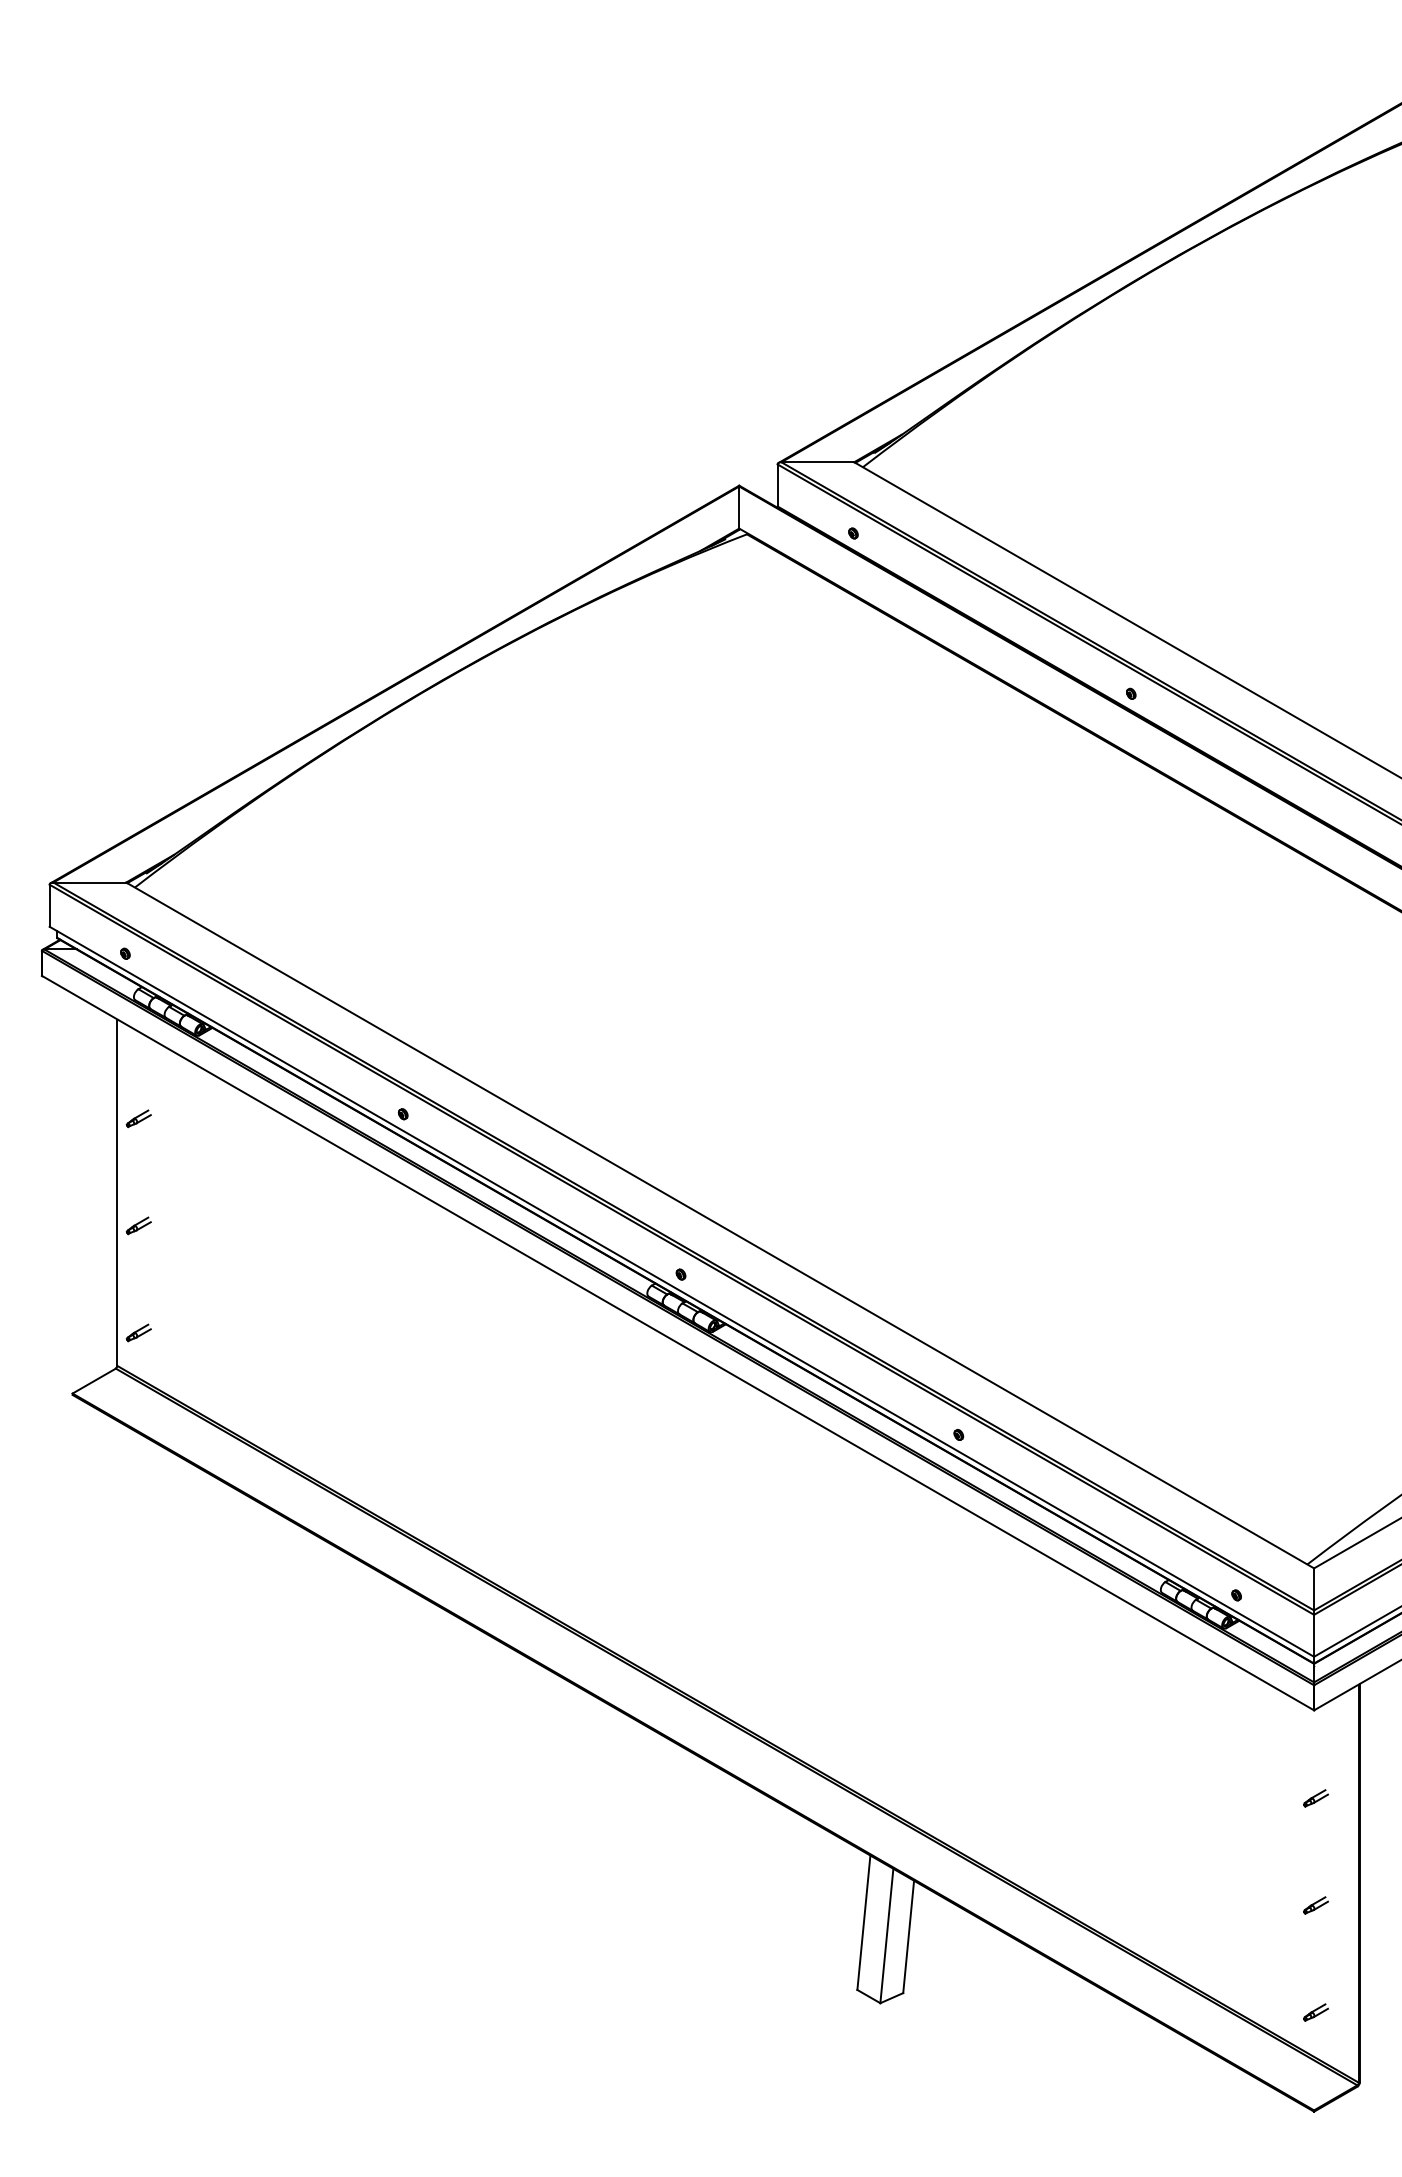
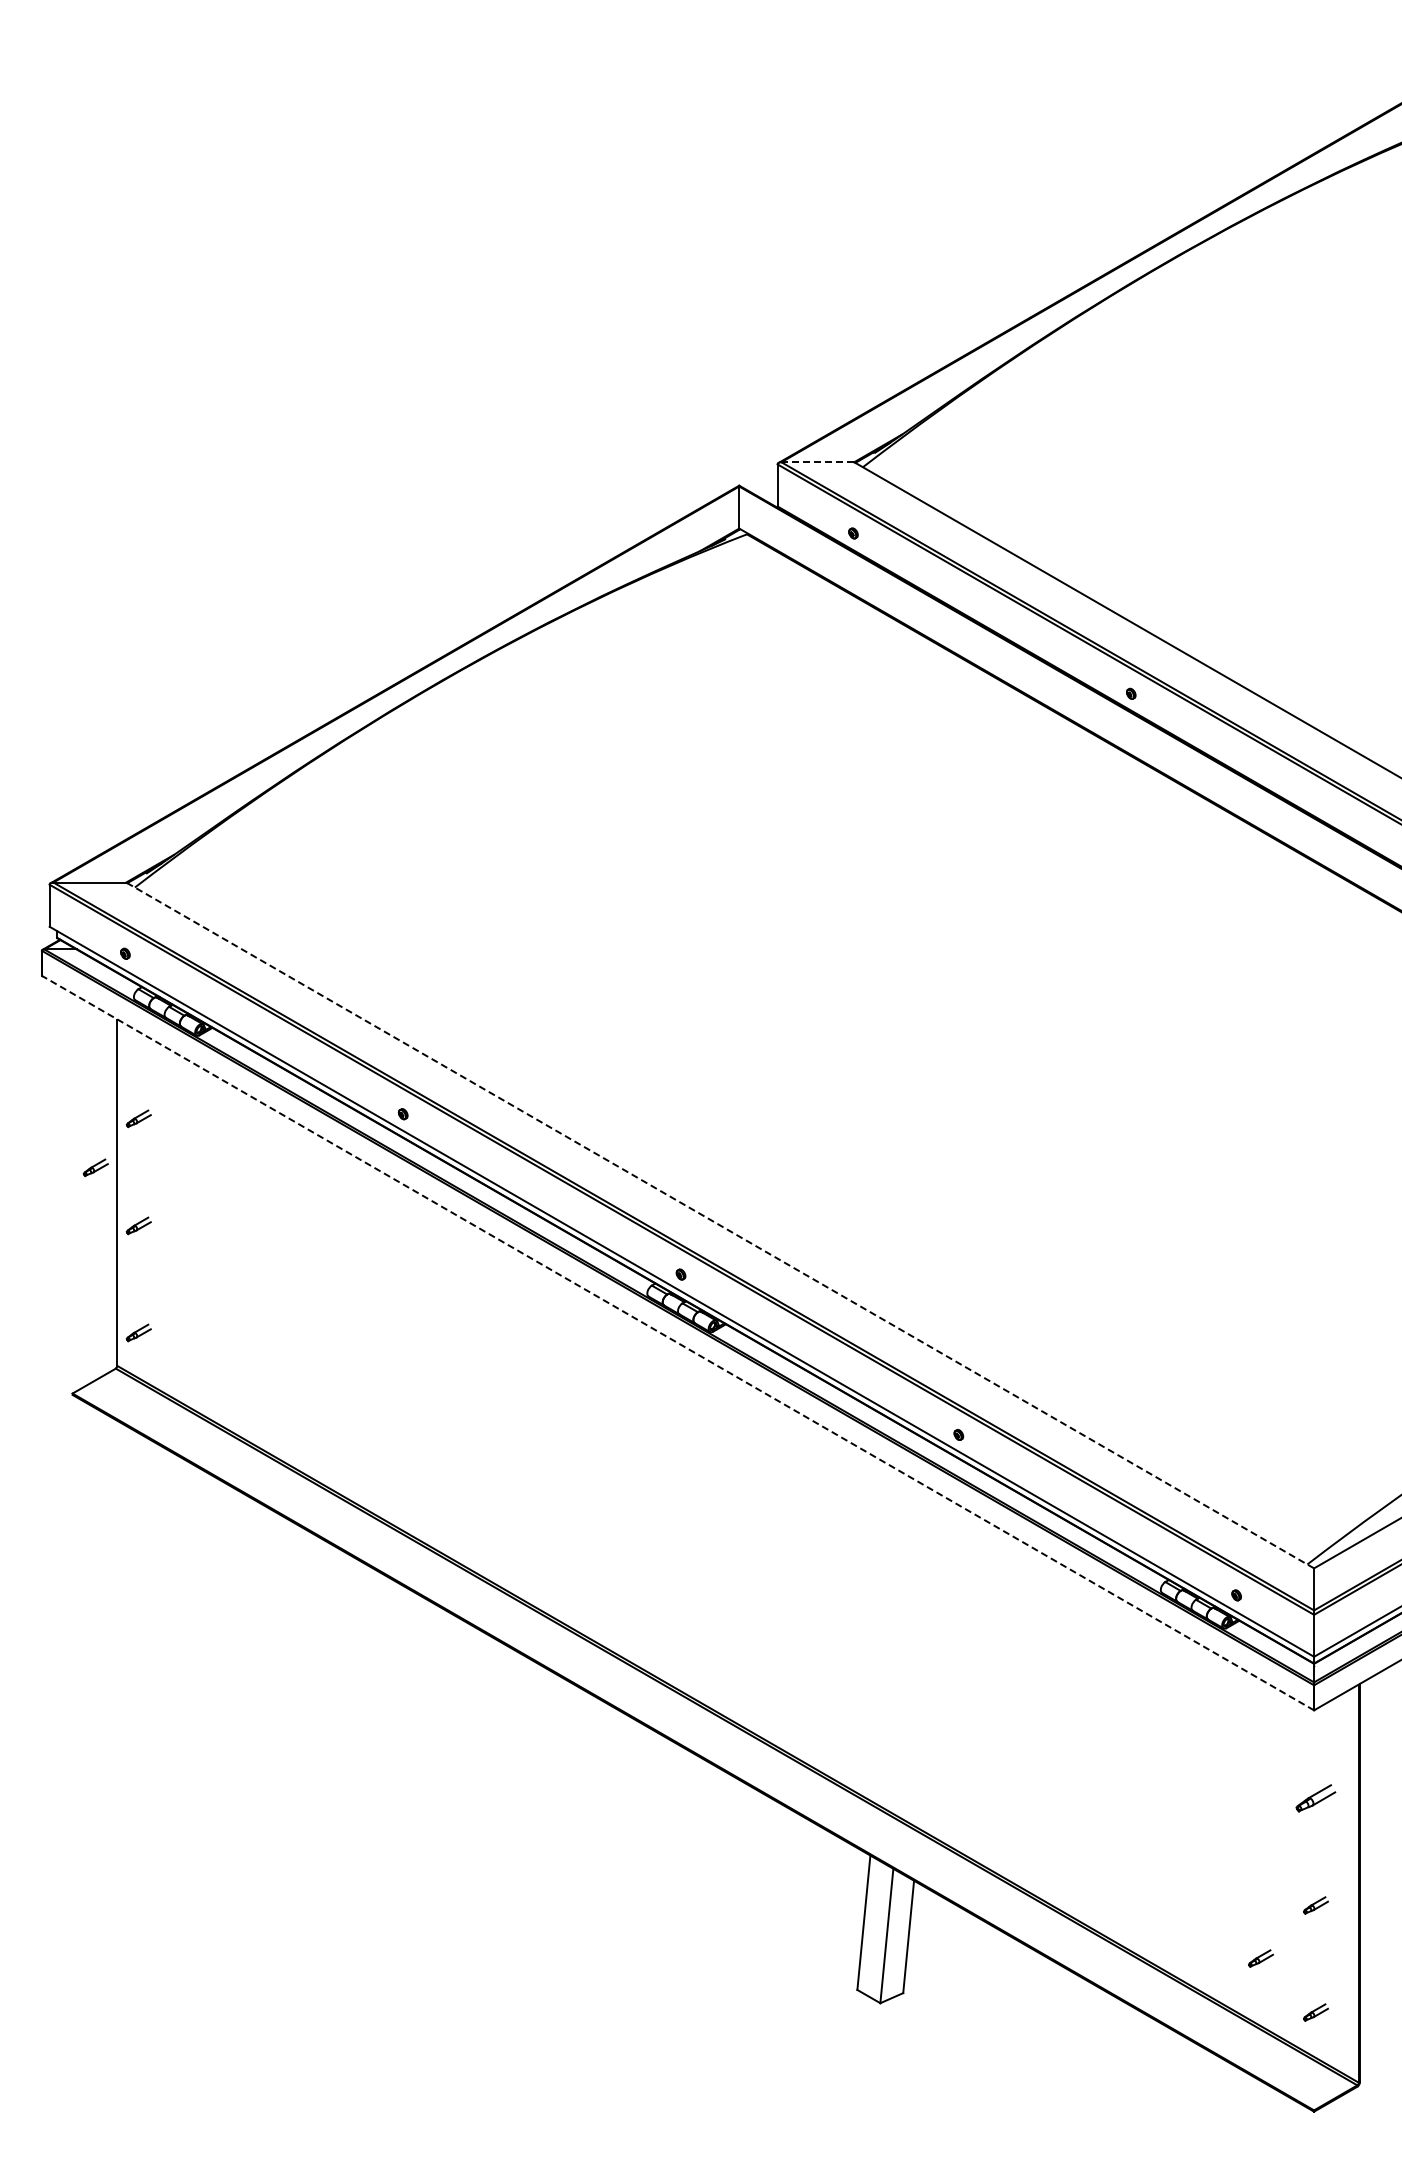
line at (818, 462): solid -> dashed
part at (95, 1167): none -> present
line at (720, 1225): solid -> dashed
line at (677, 1342): solid -> dashed
part at (1315, 1798) size: 26x19 px -> 42x29 px
part at (1260, 1958): none -> present
